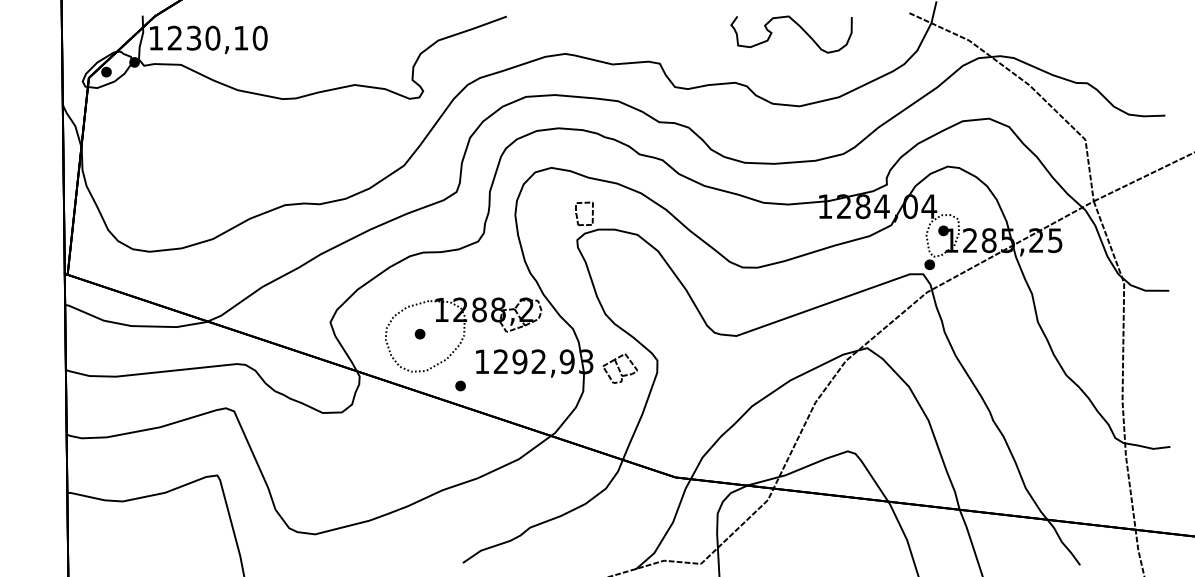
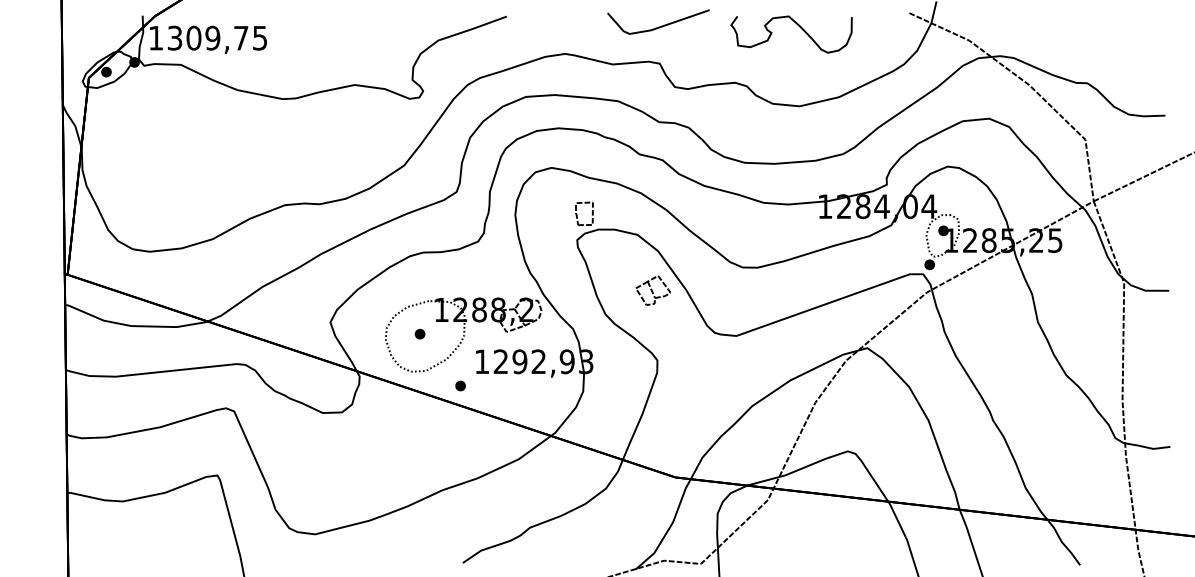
line at (661, 25): none -> present
text at (217, 37): 1230,10 -> 1309,75
part at (619, 368) position: (619, 368) -> (652, 290)
